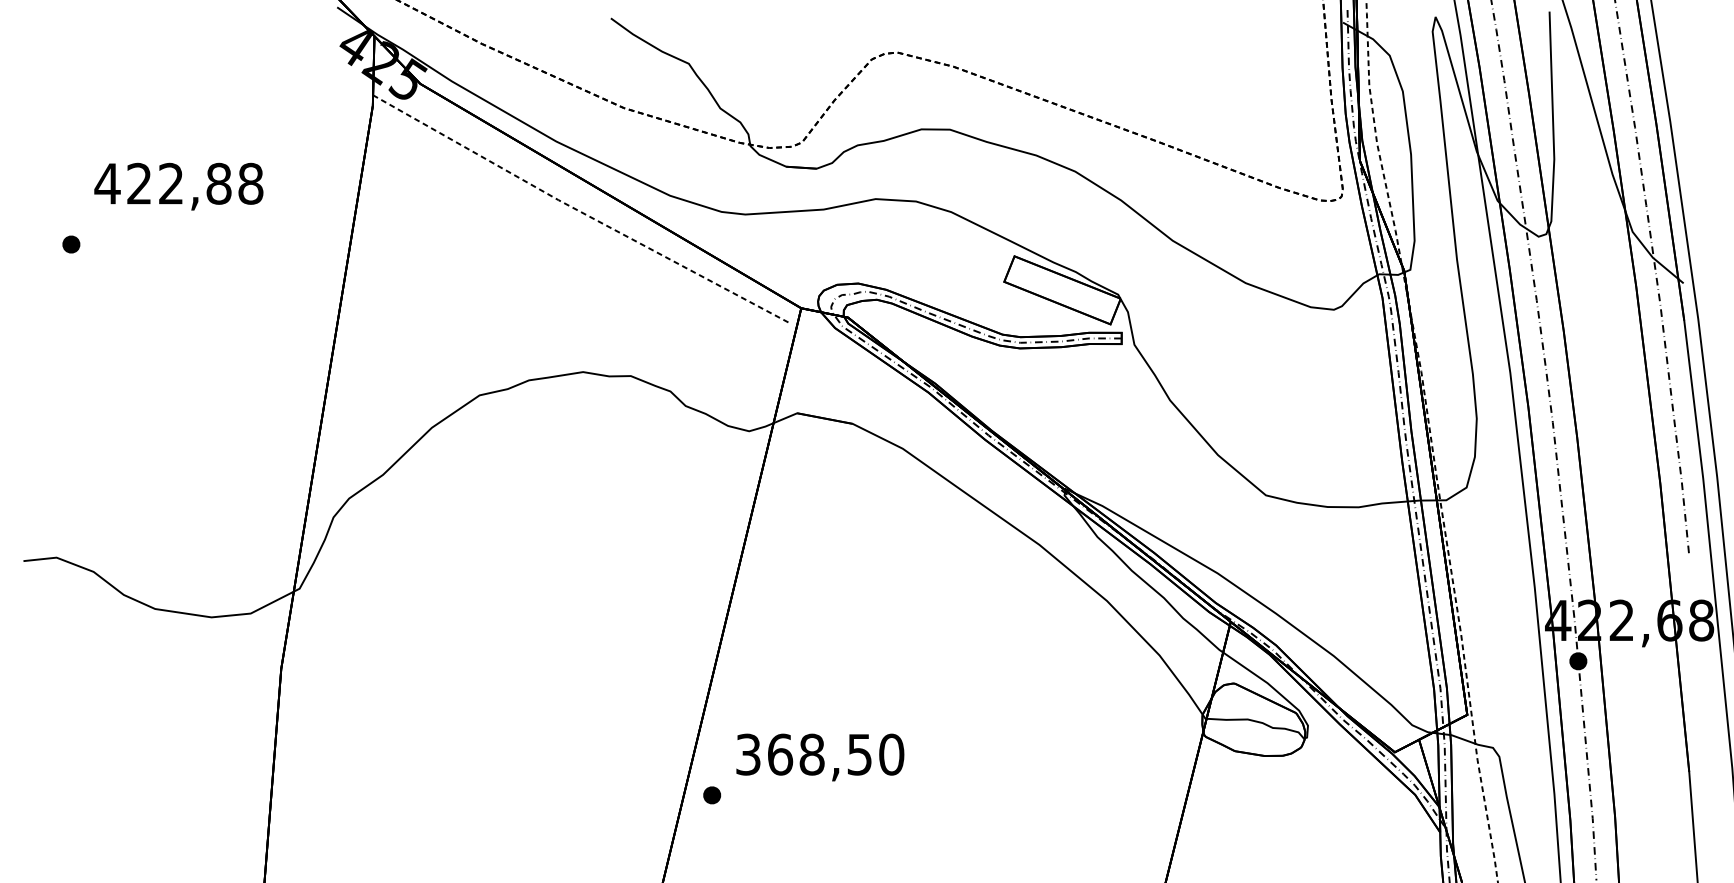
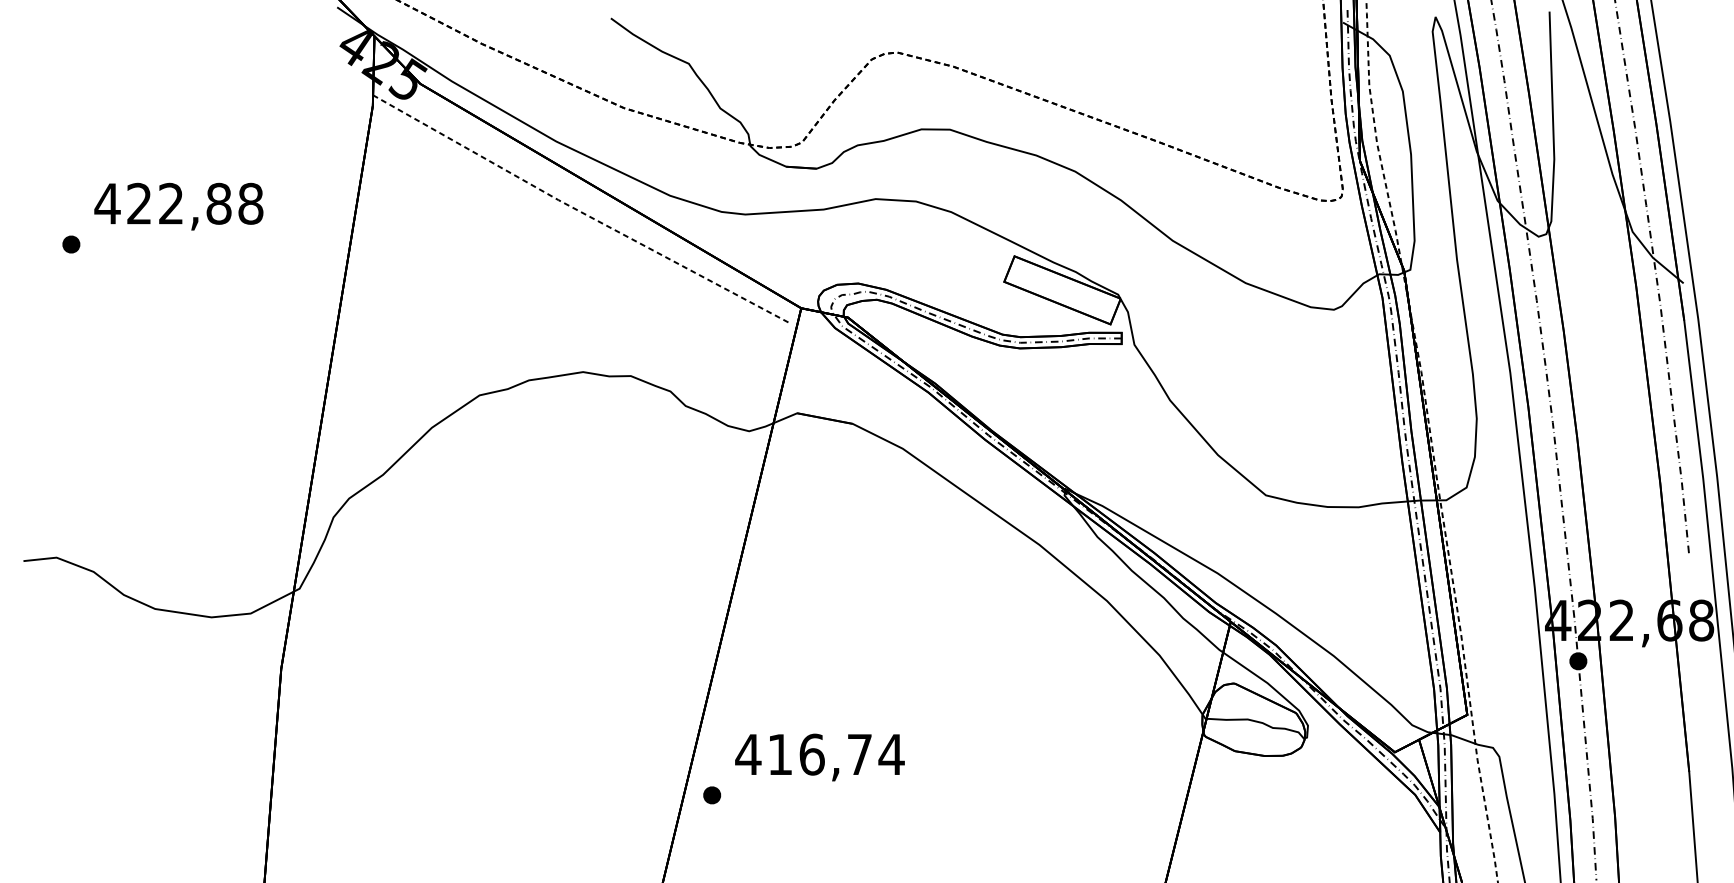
text at (178, 186) position: (178, 186) -> (178, 206)
text at (819, 754): 368,50 -> 416,74
